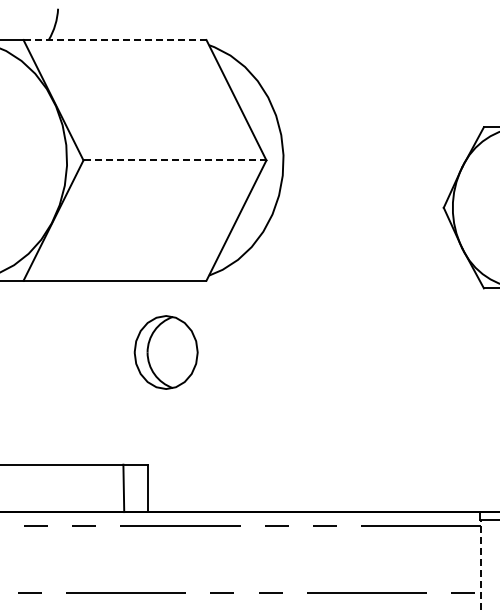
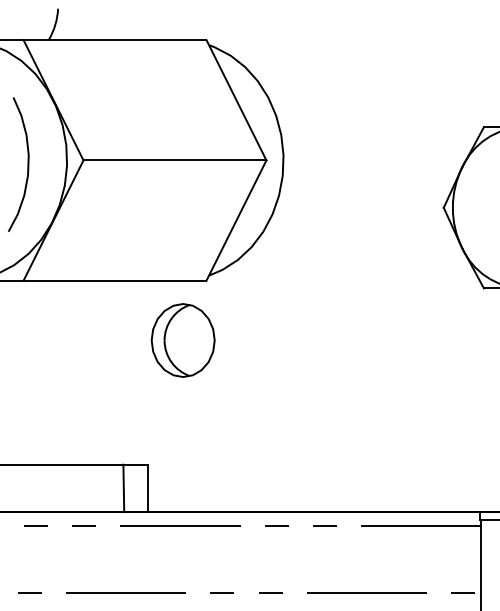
line at (115, 40): dashed -> solid
line at (175, 160): dashed -> solid
curve at (27, 164): none -> present
part at (165, 352) position: (165, 352) -> (182, 340)
line at (481, 564): dashed -> solid
